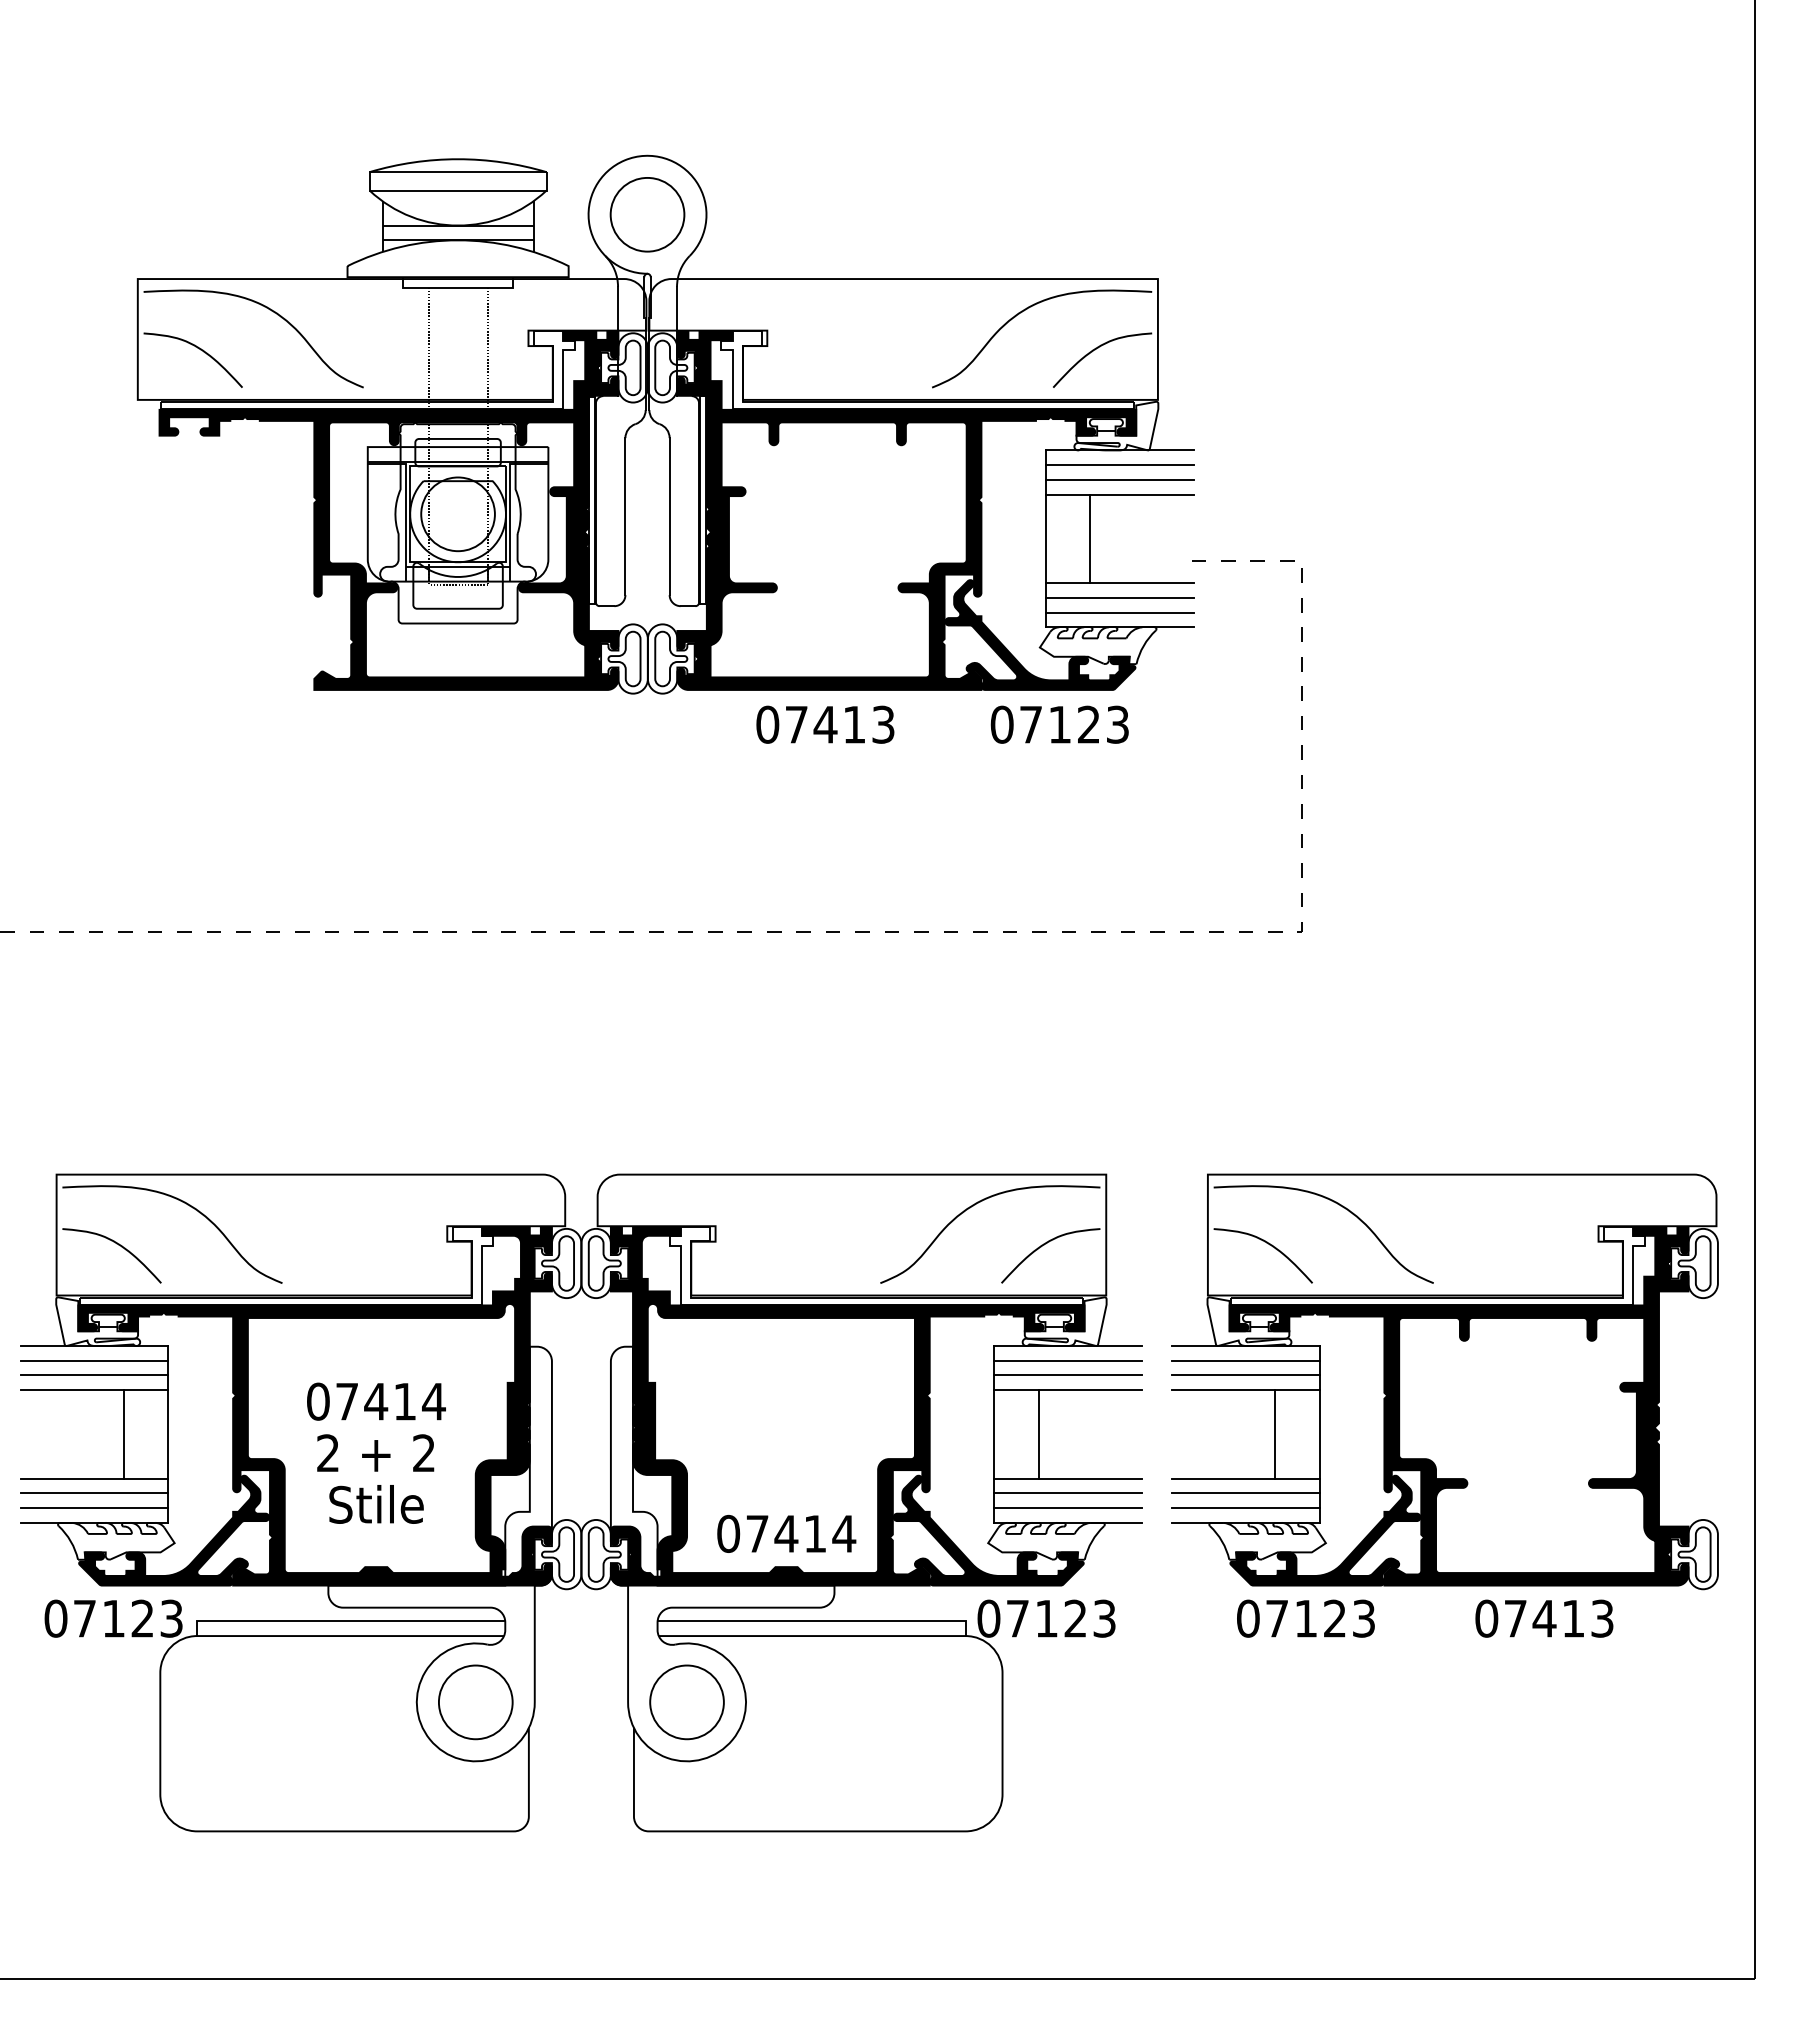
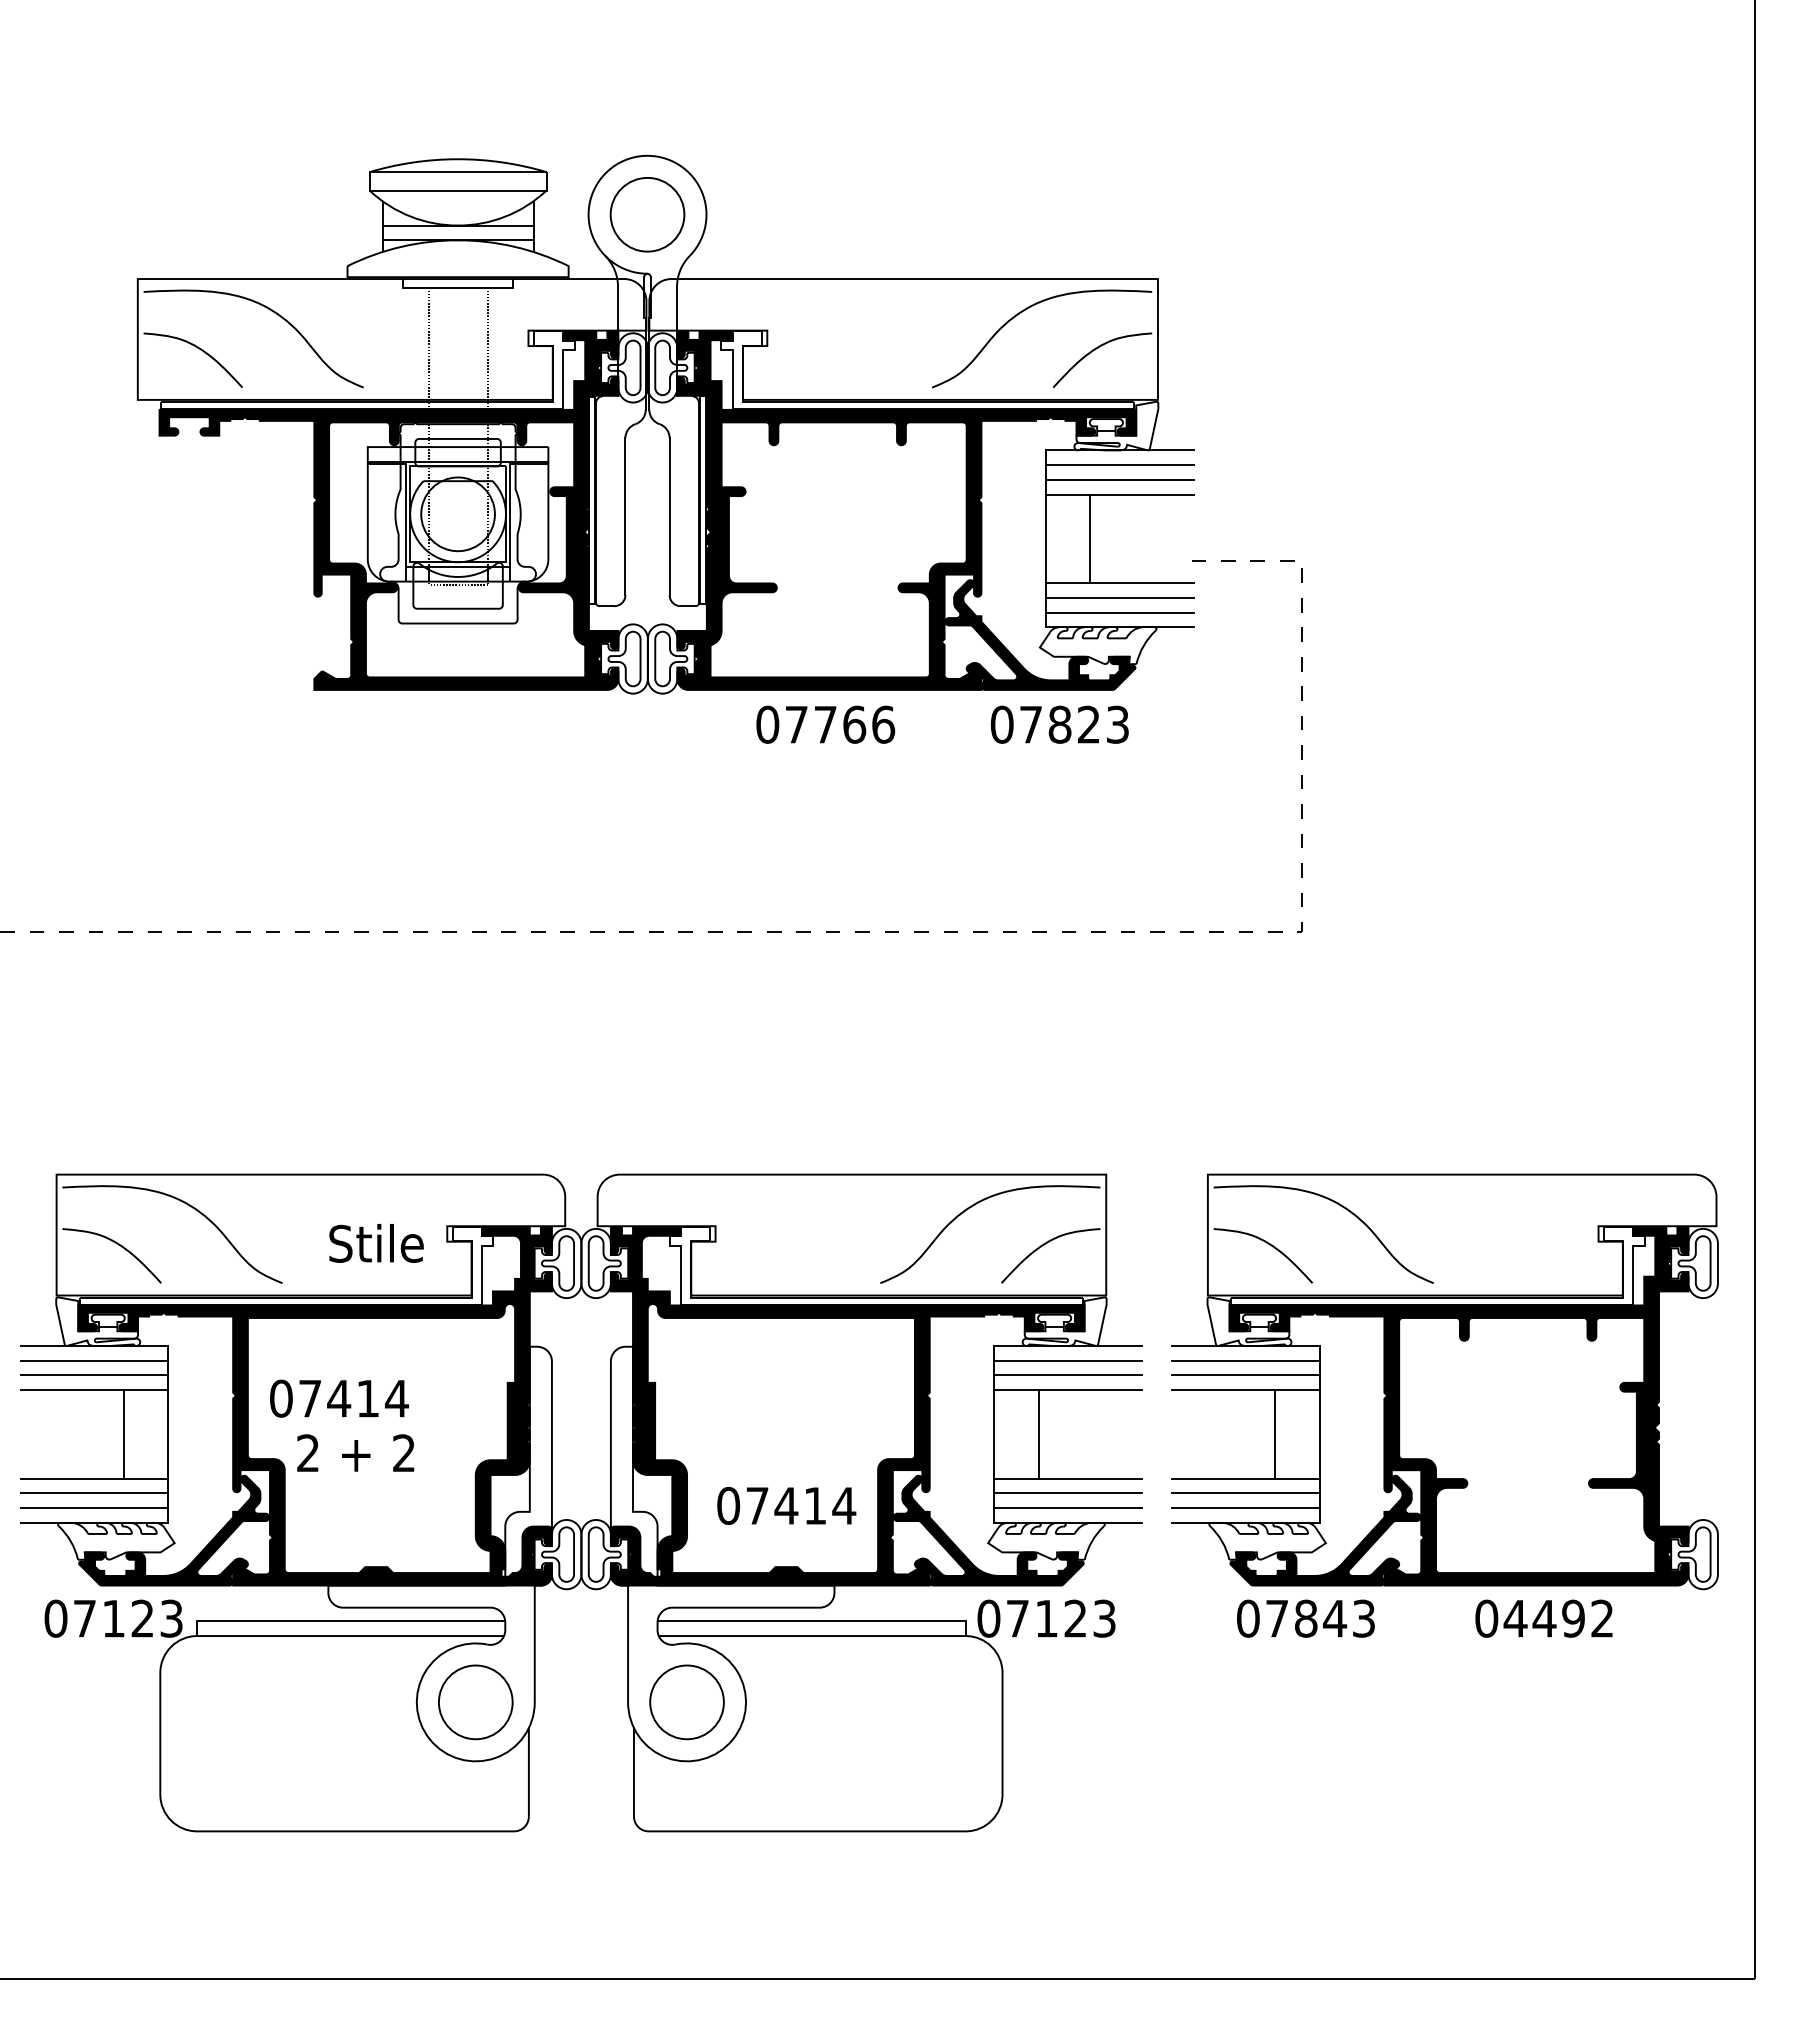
text at (854, 724): 07413 -> 07766
text at (1059, 724): 07123 -> 07823
text at (376, 1401) position: (376, 1401) -> (339, 1398)
text at (375, 1452) position: (375, 1452) -> (355, 1452)
text at (376, 1504) position: (376, 1504) -> (376, 1243)
text at (786, 1533) position: (786, 1533) -> (786, 1505)
text at (1321, 1618): 07123 -> 07843
text at (1558, 1618): 07413 -> 04492
